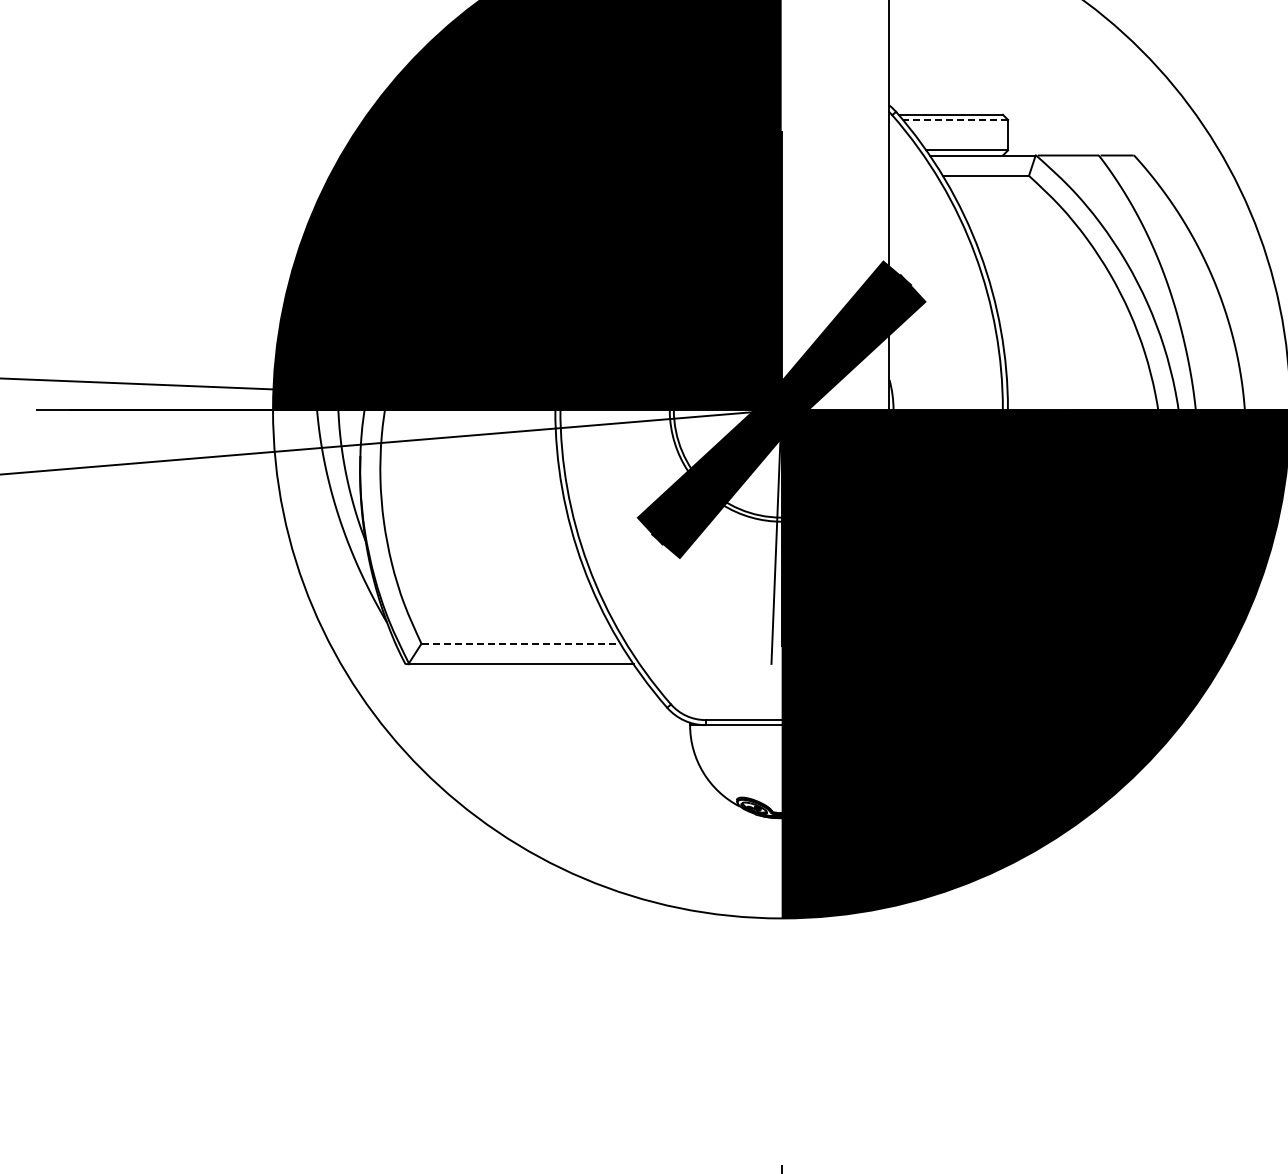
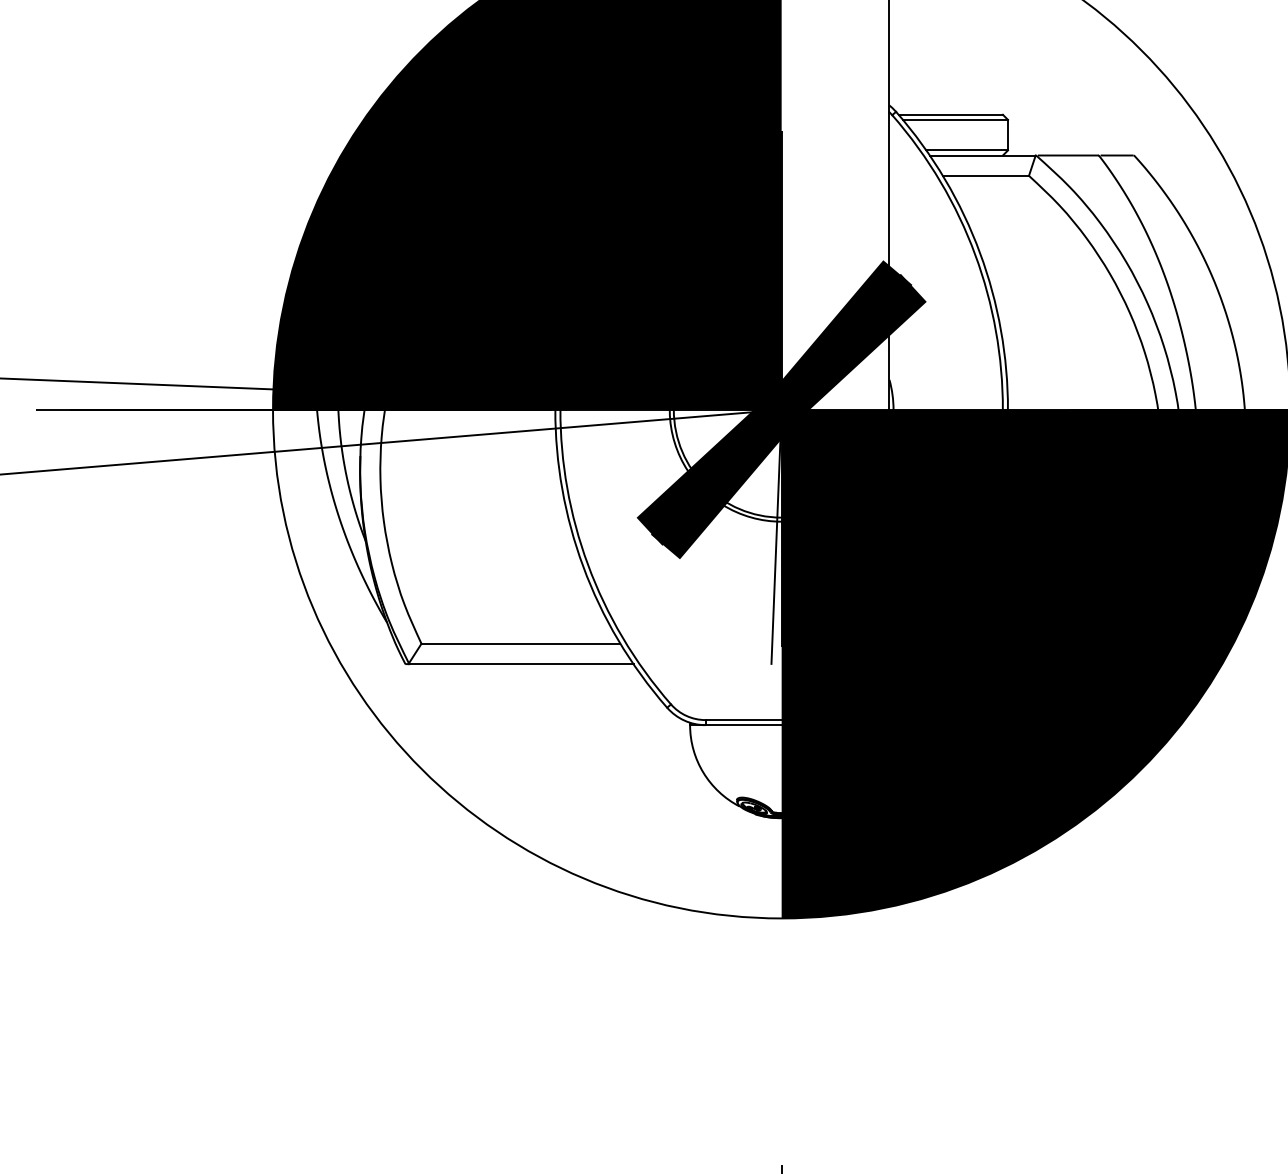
line at (955, 119): dashed -> solid
line at (521, 643): dashed -> solid
